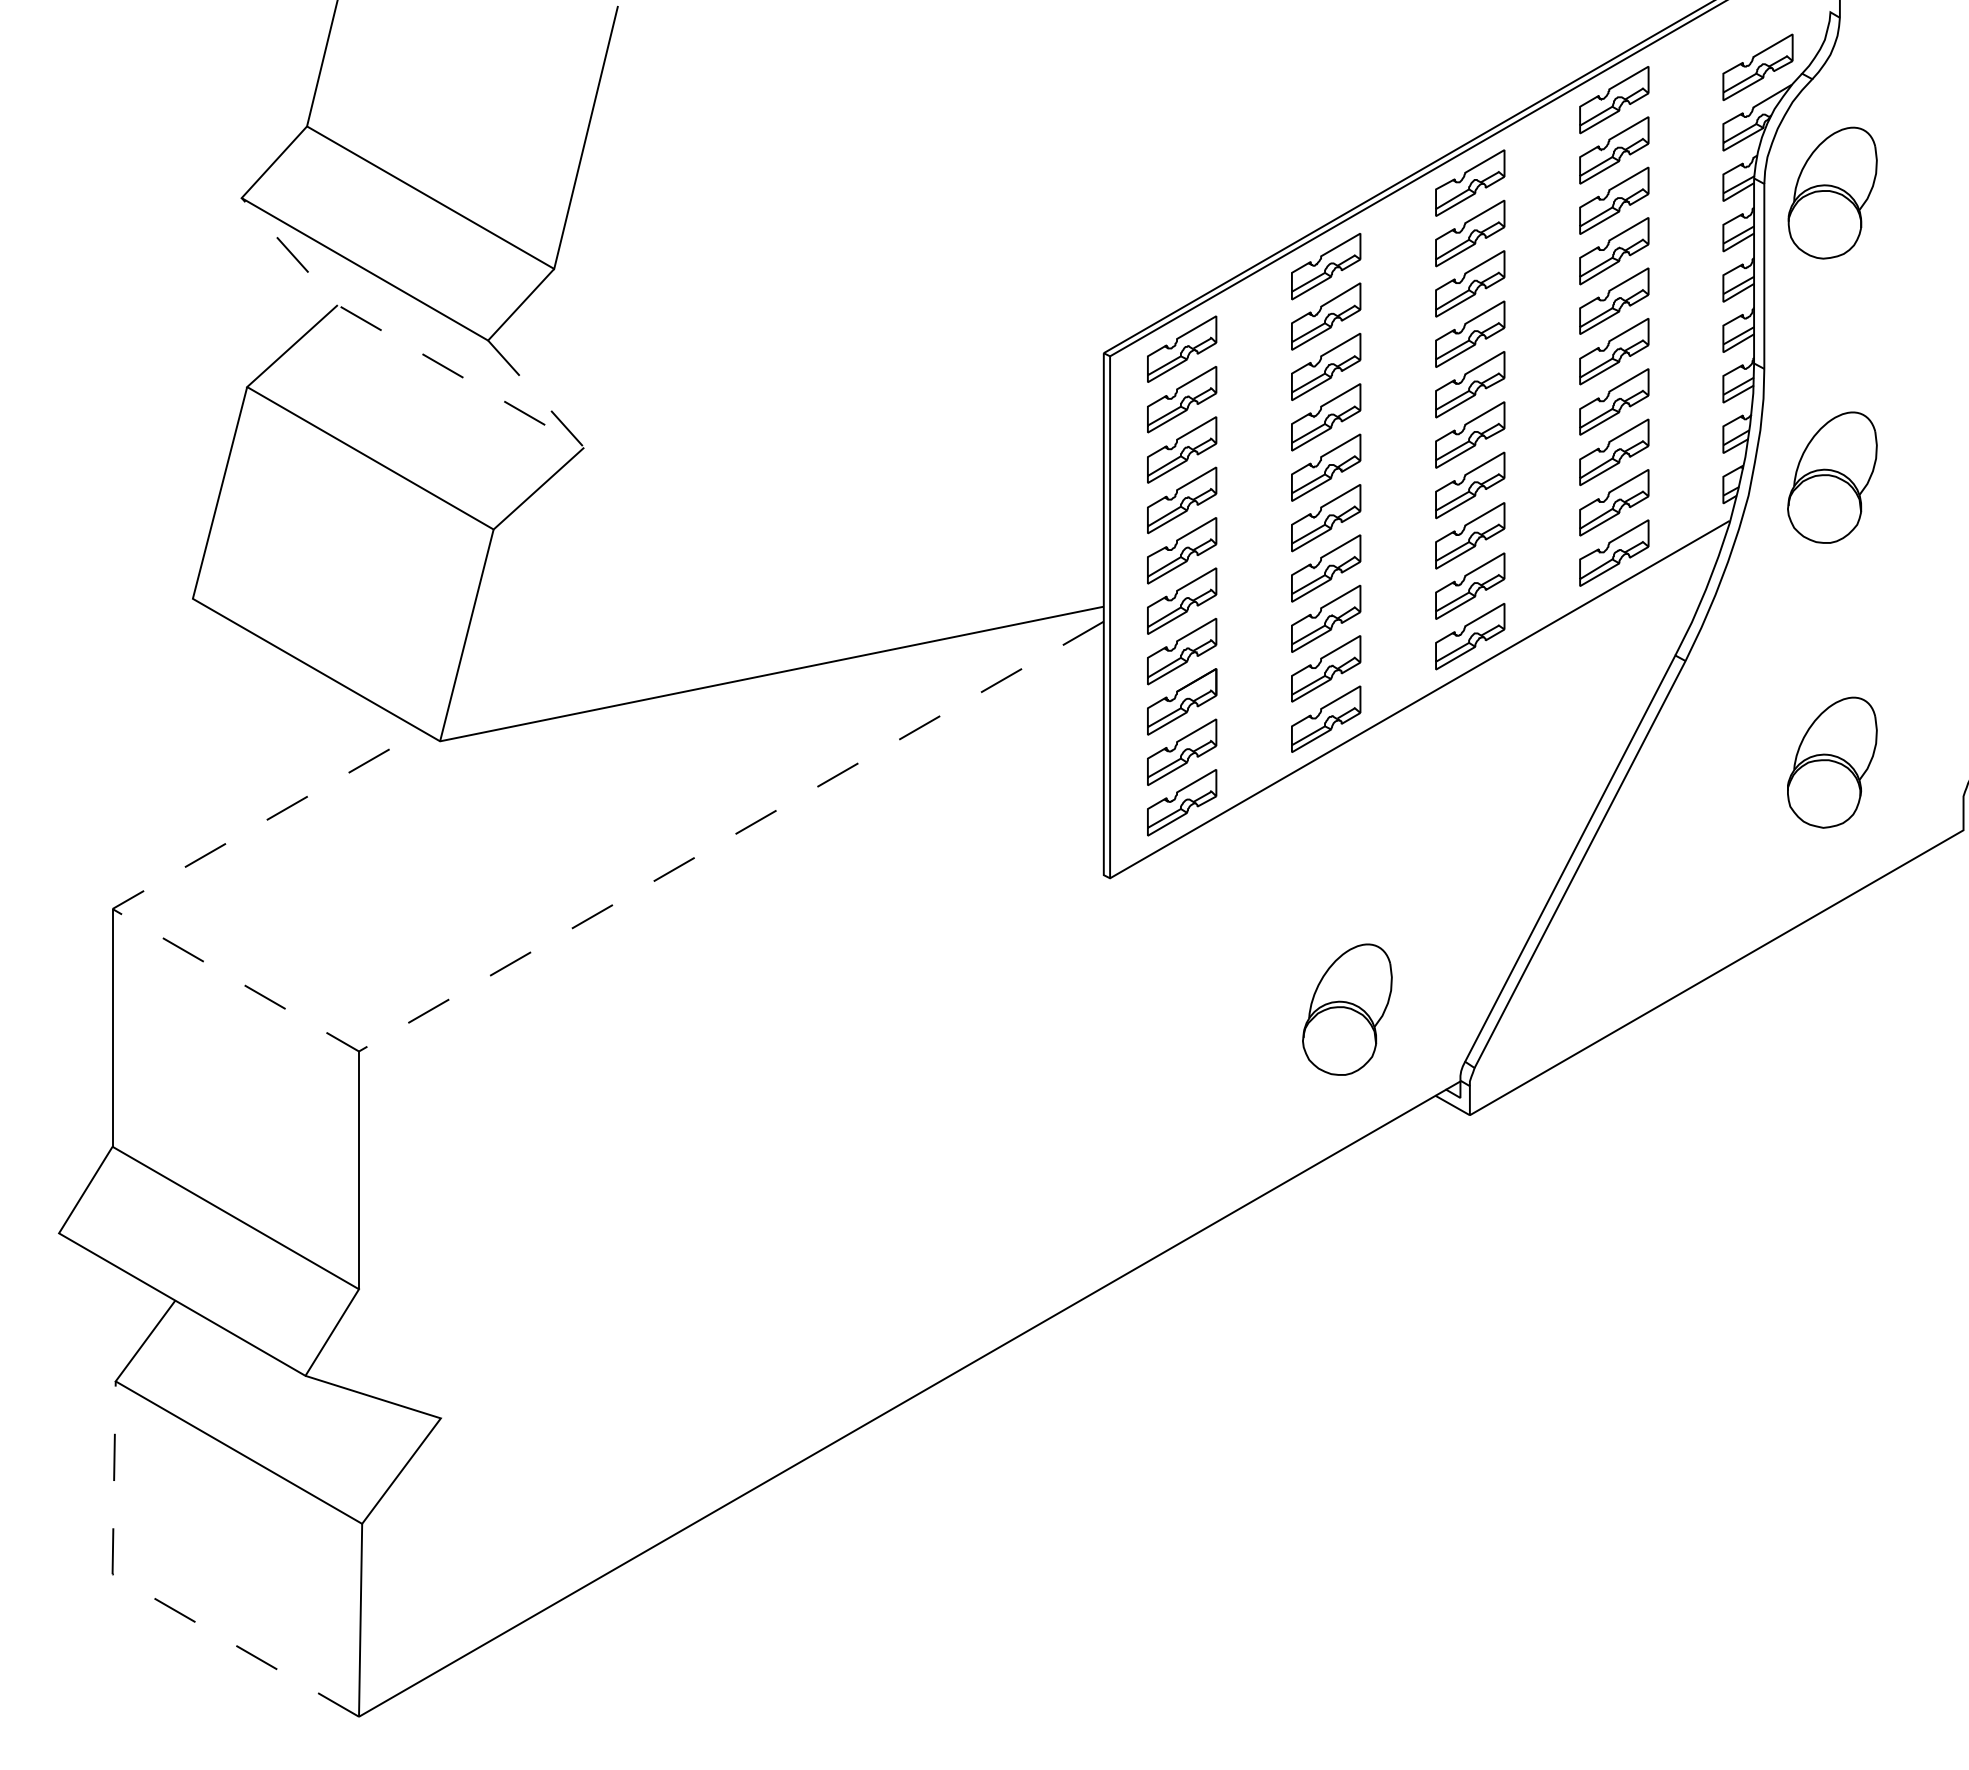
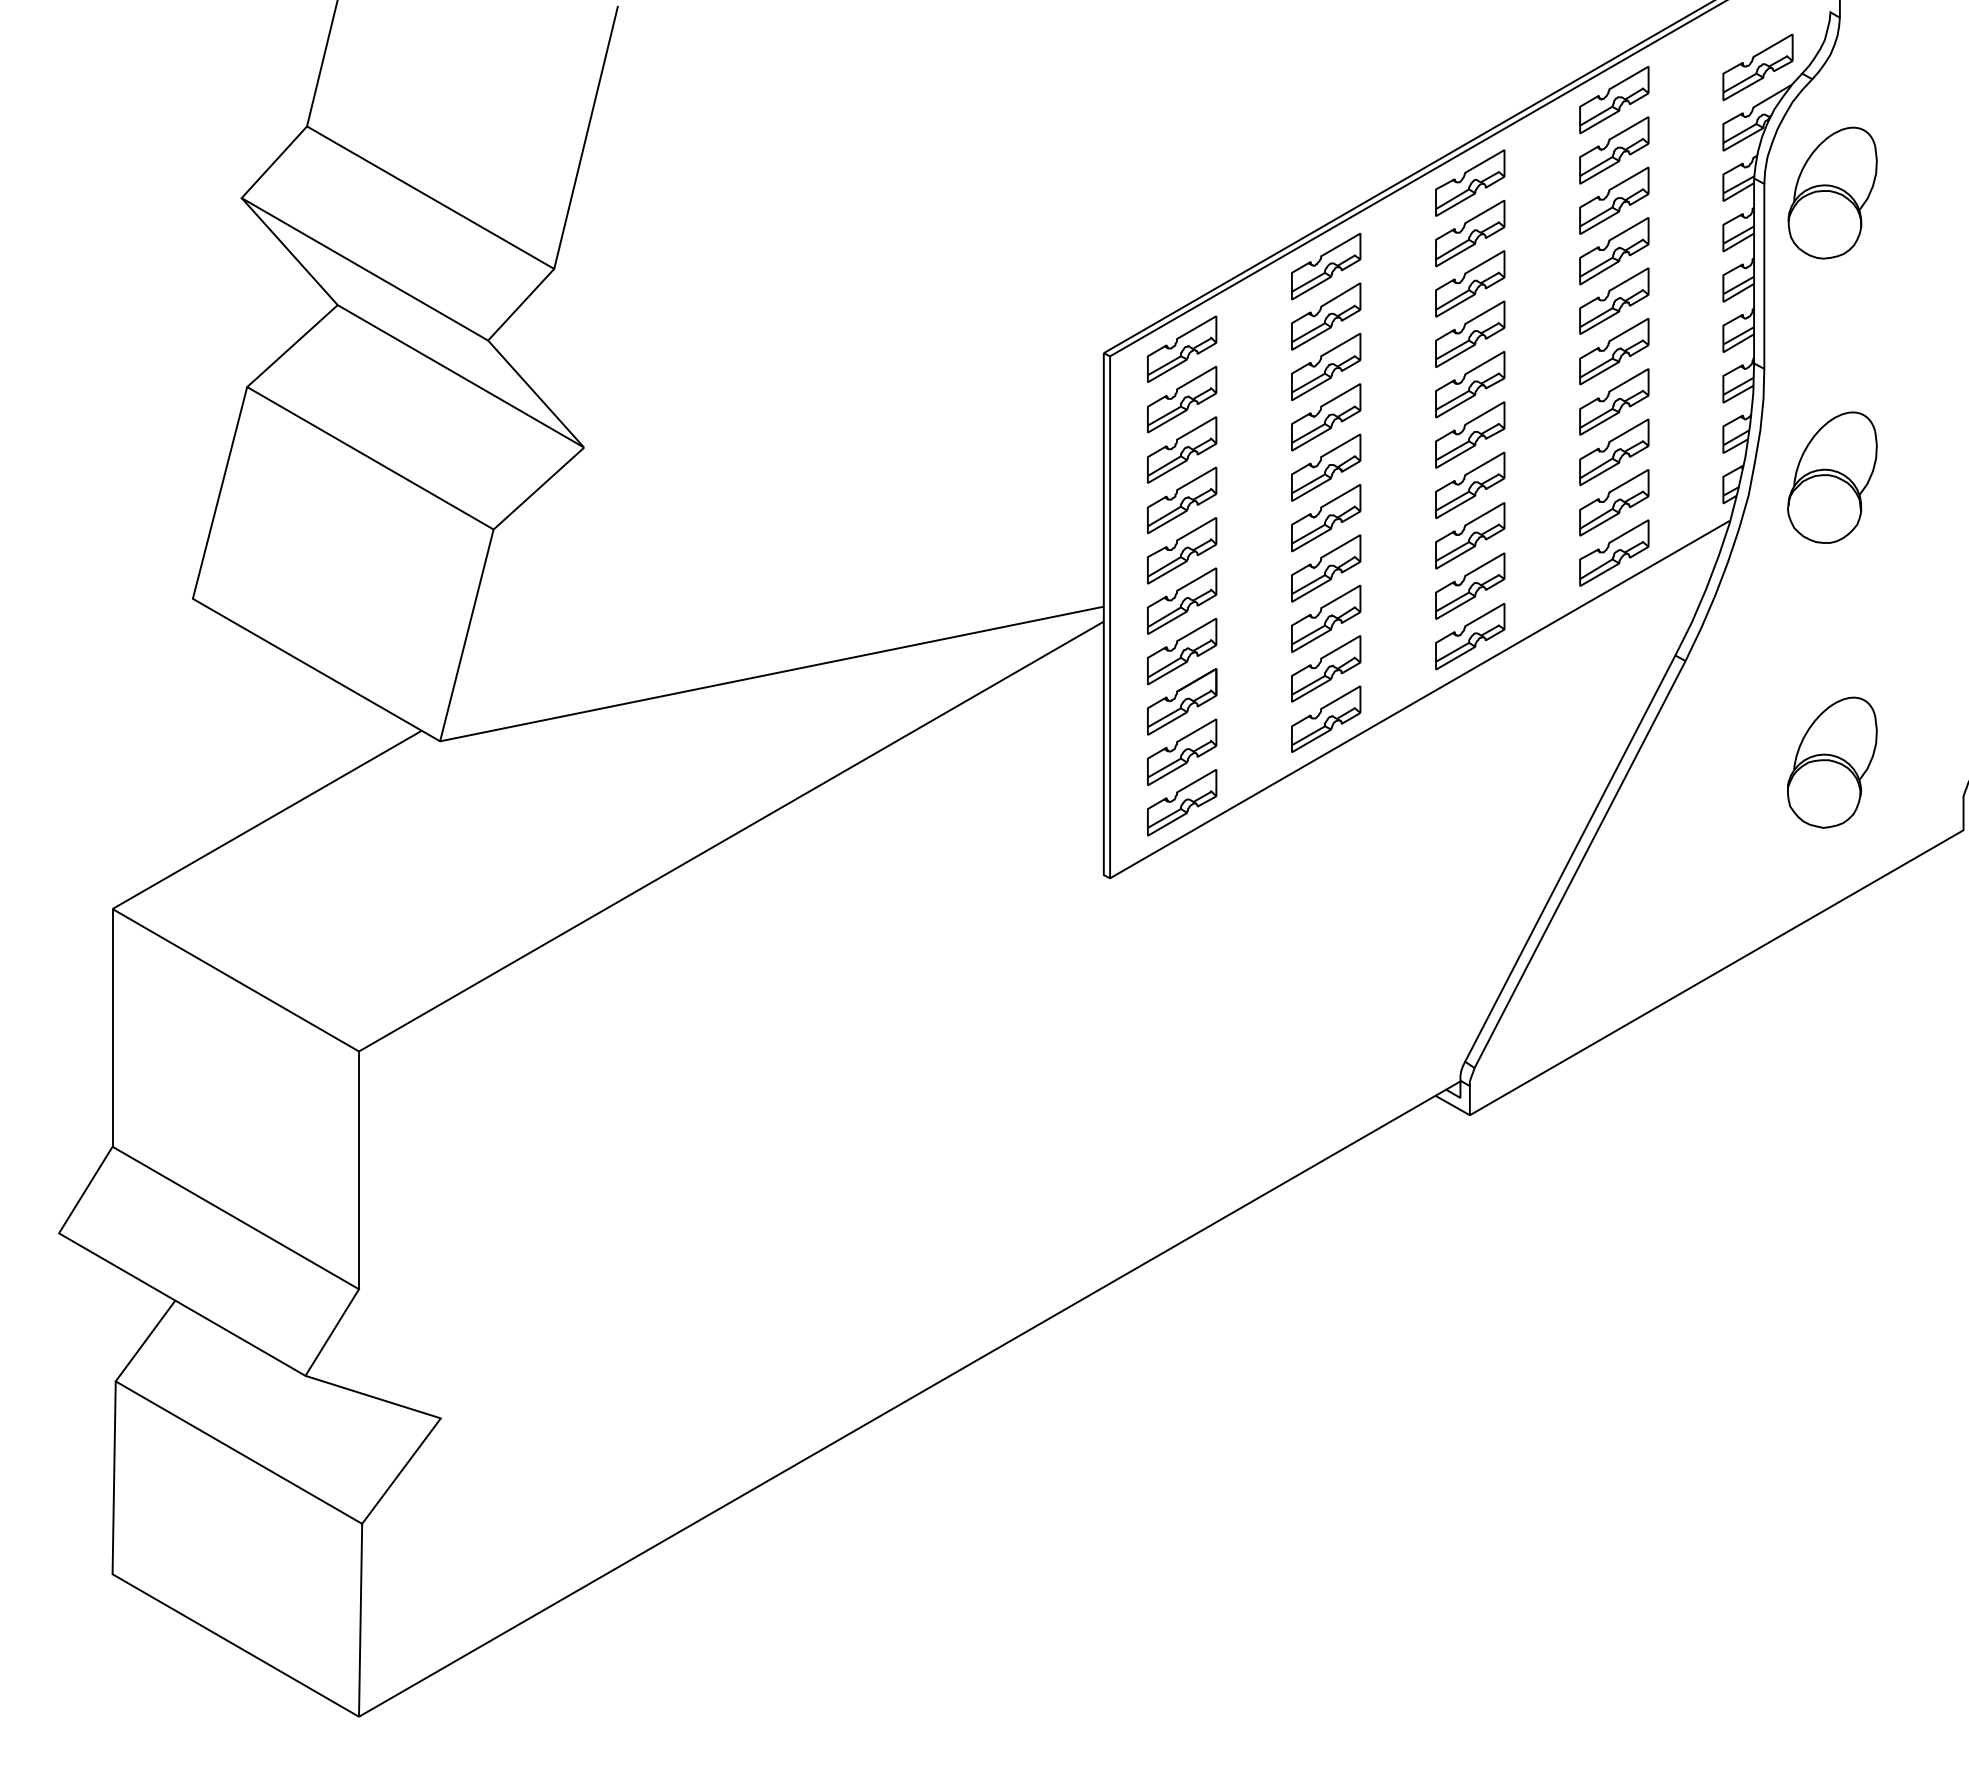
line at (460, 376): dashed -> solid
line at (452, 997): dashed -> solid
part at (1347, 1009): present -> none
line at (151, 1596): dashed -> solid
